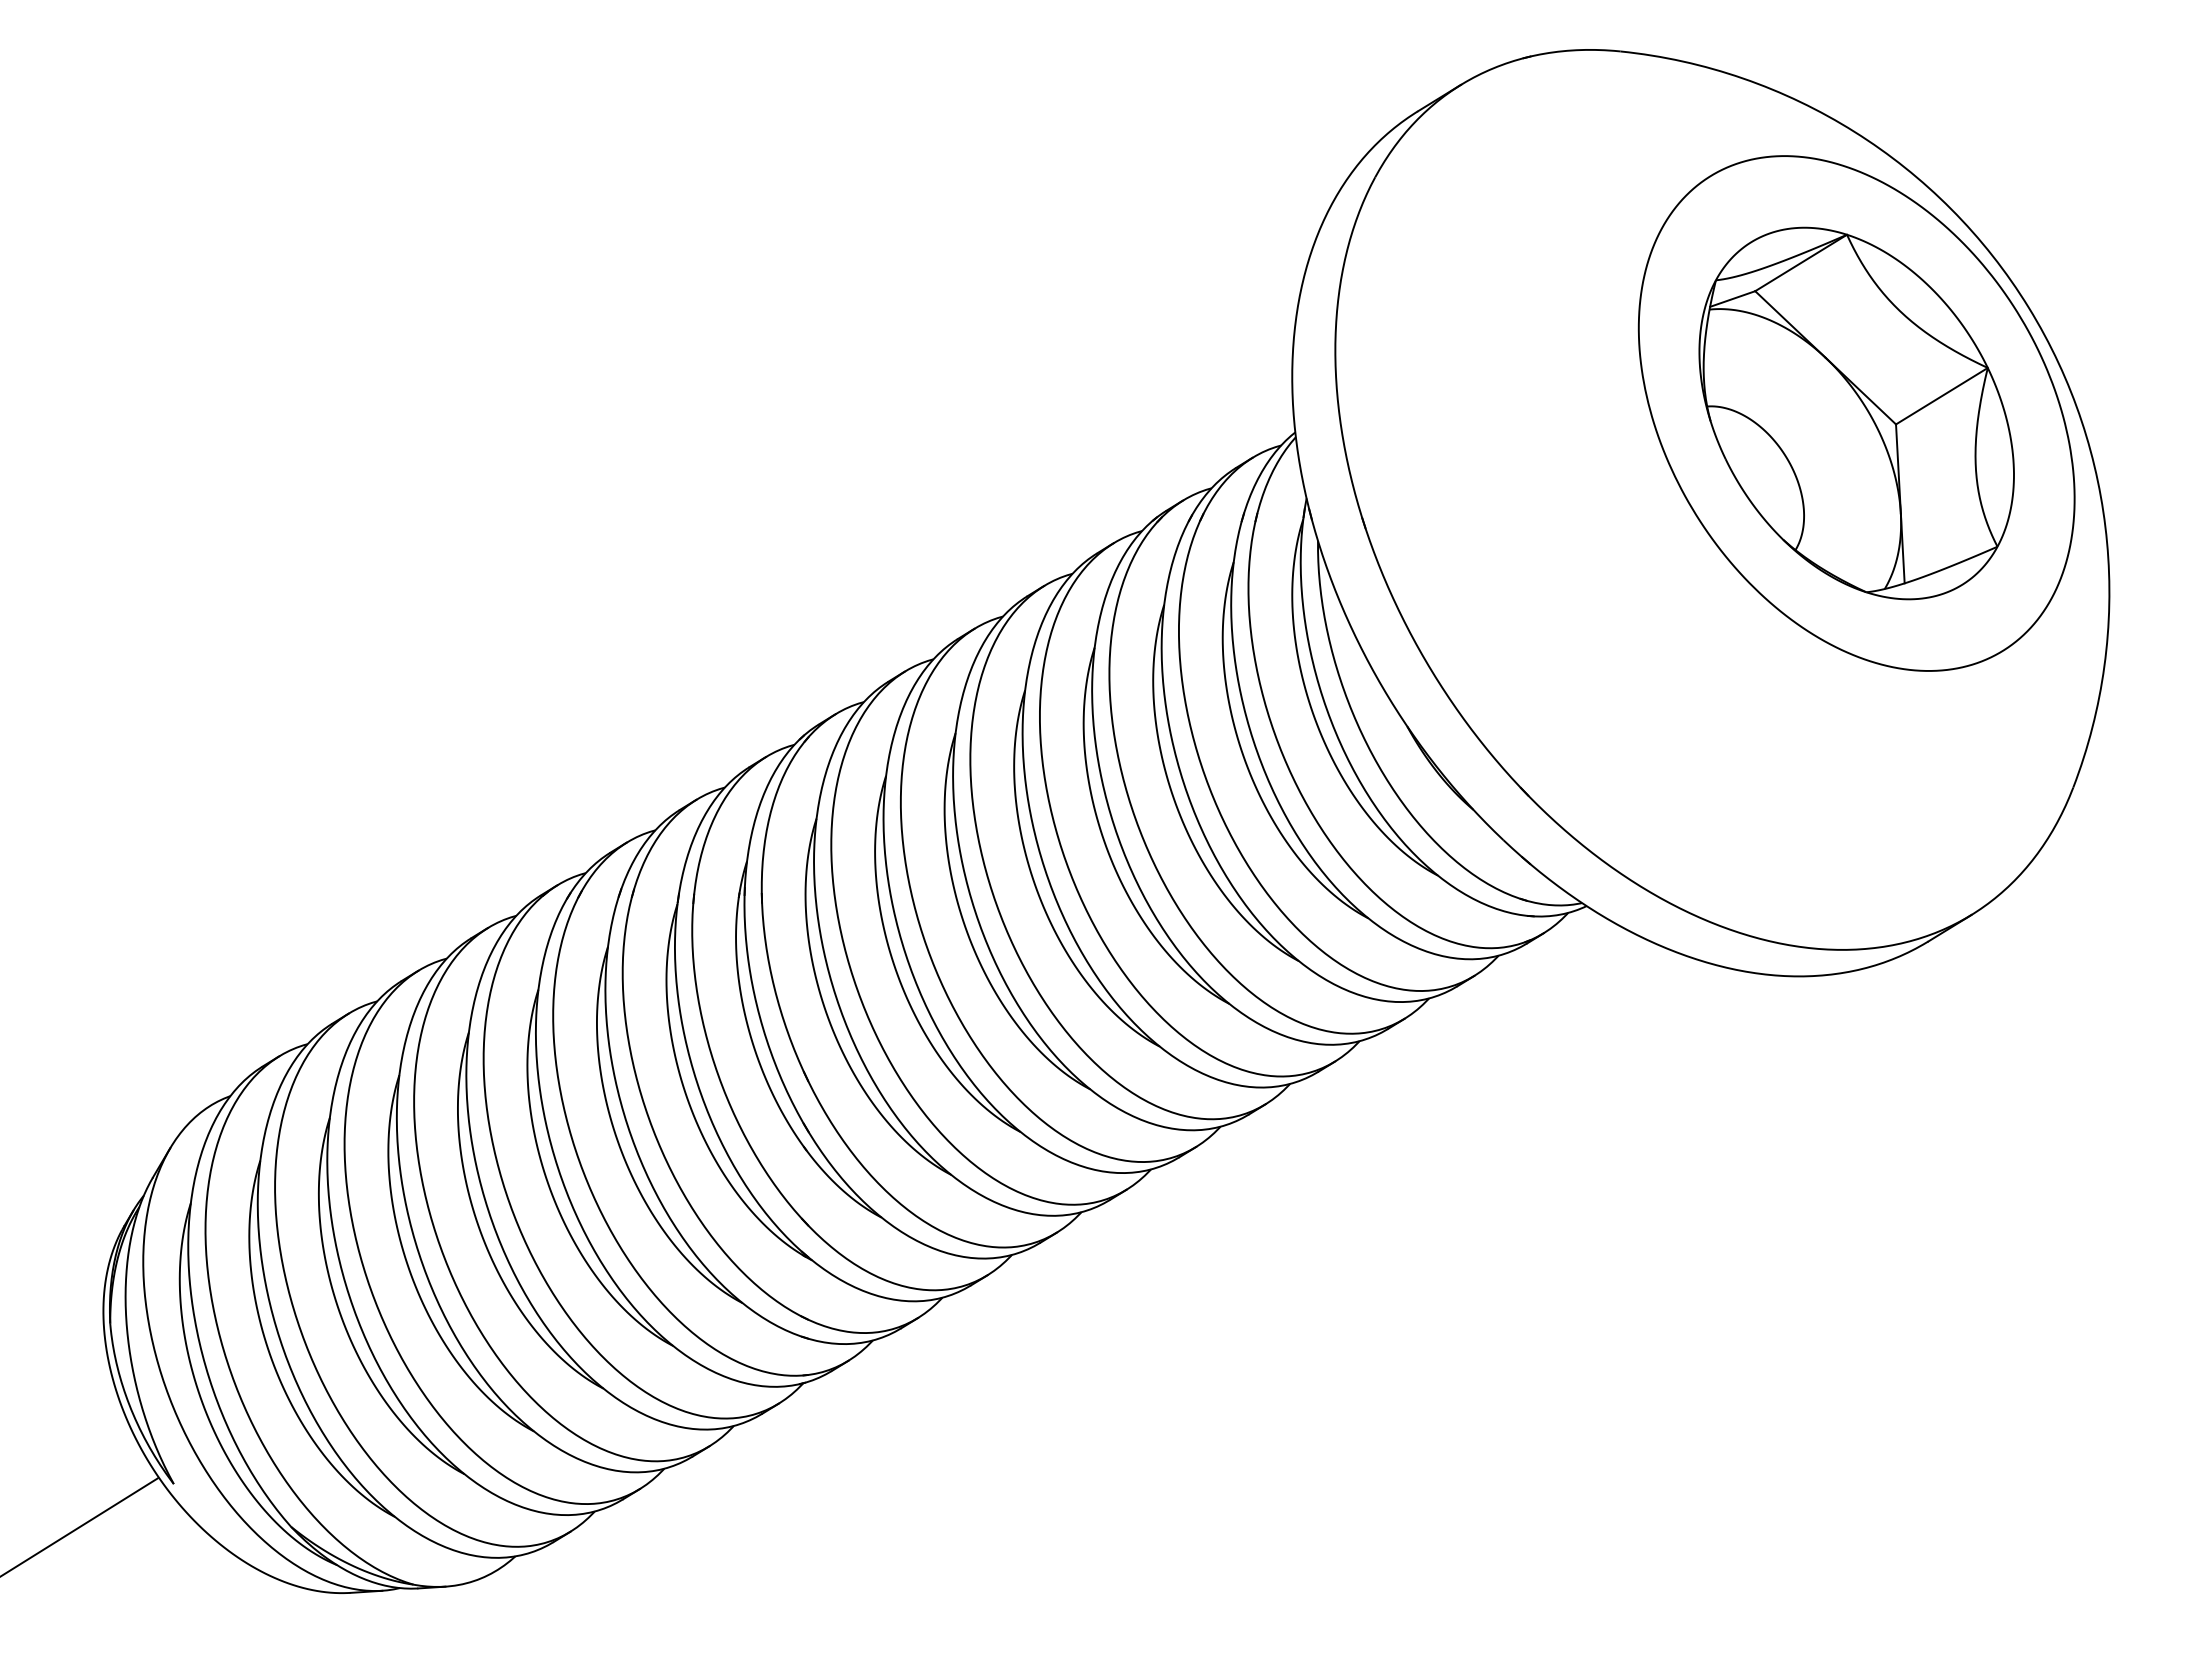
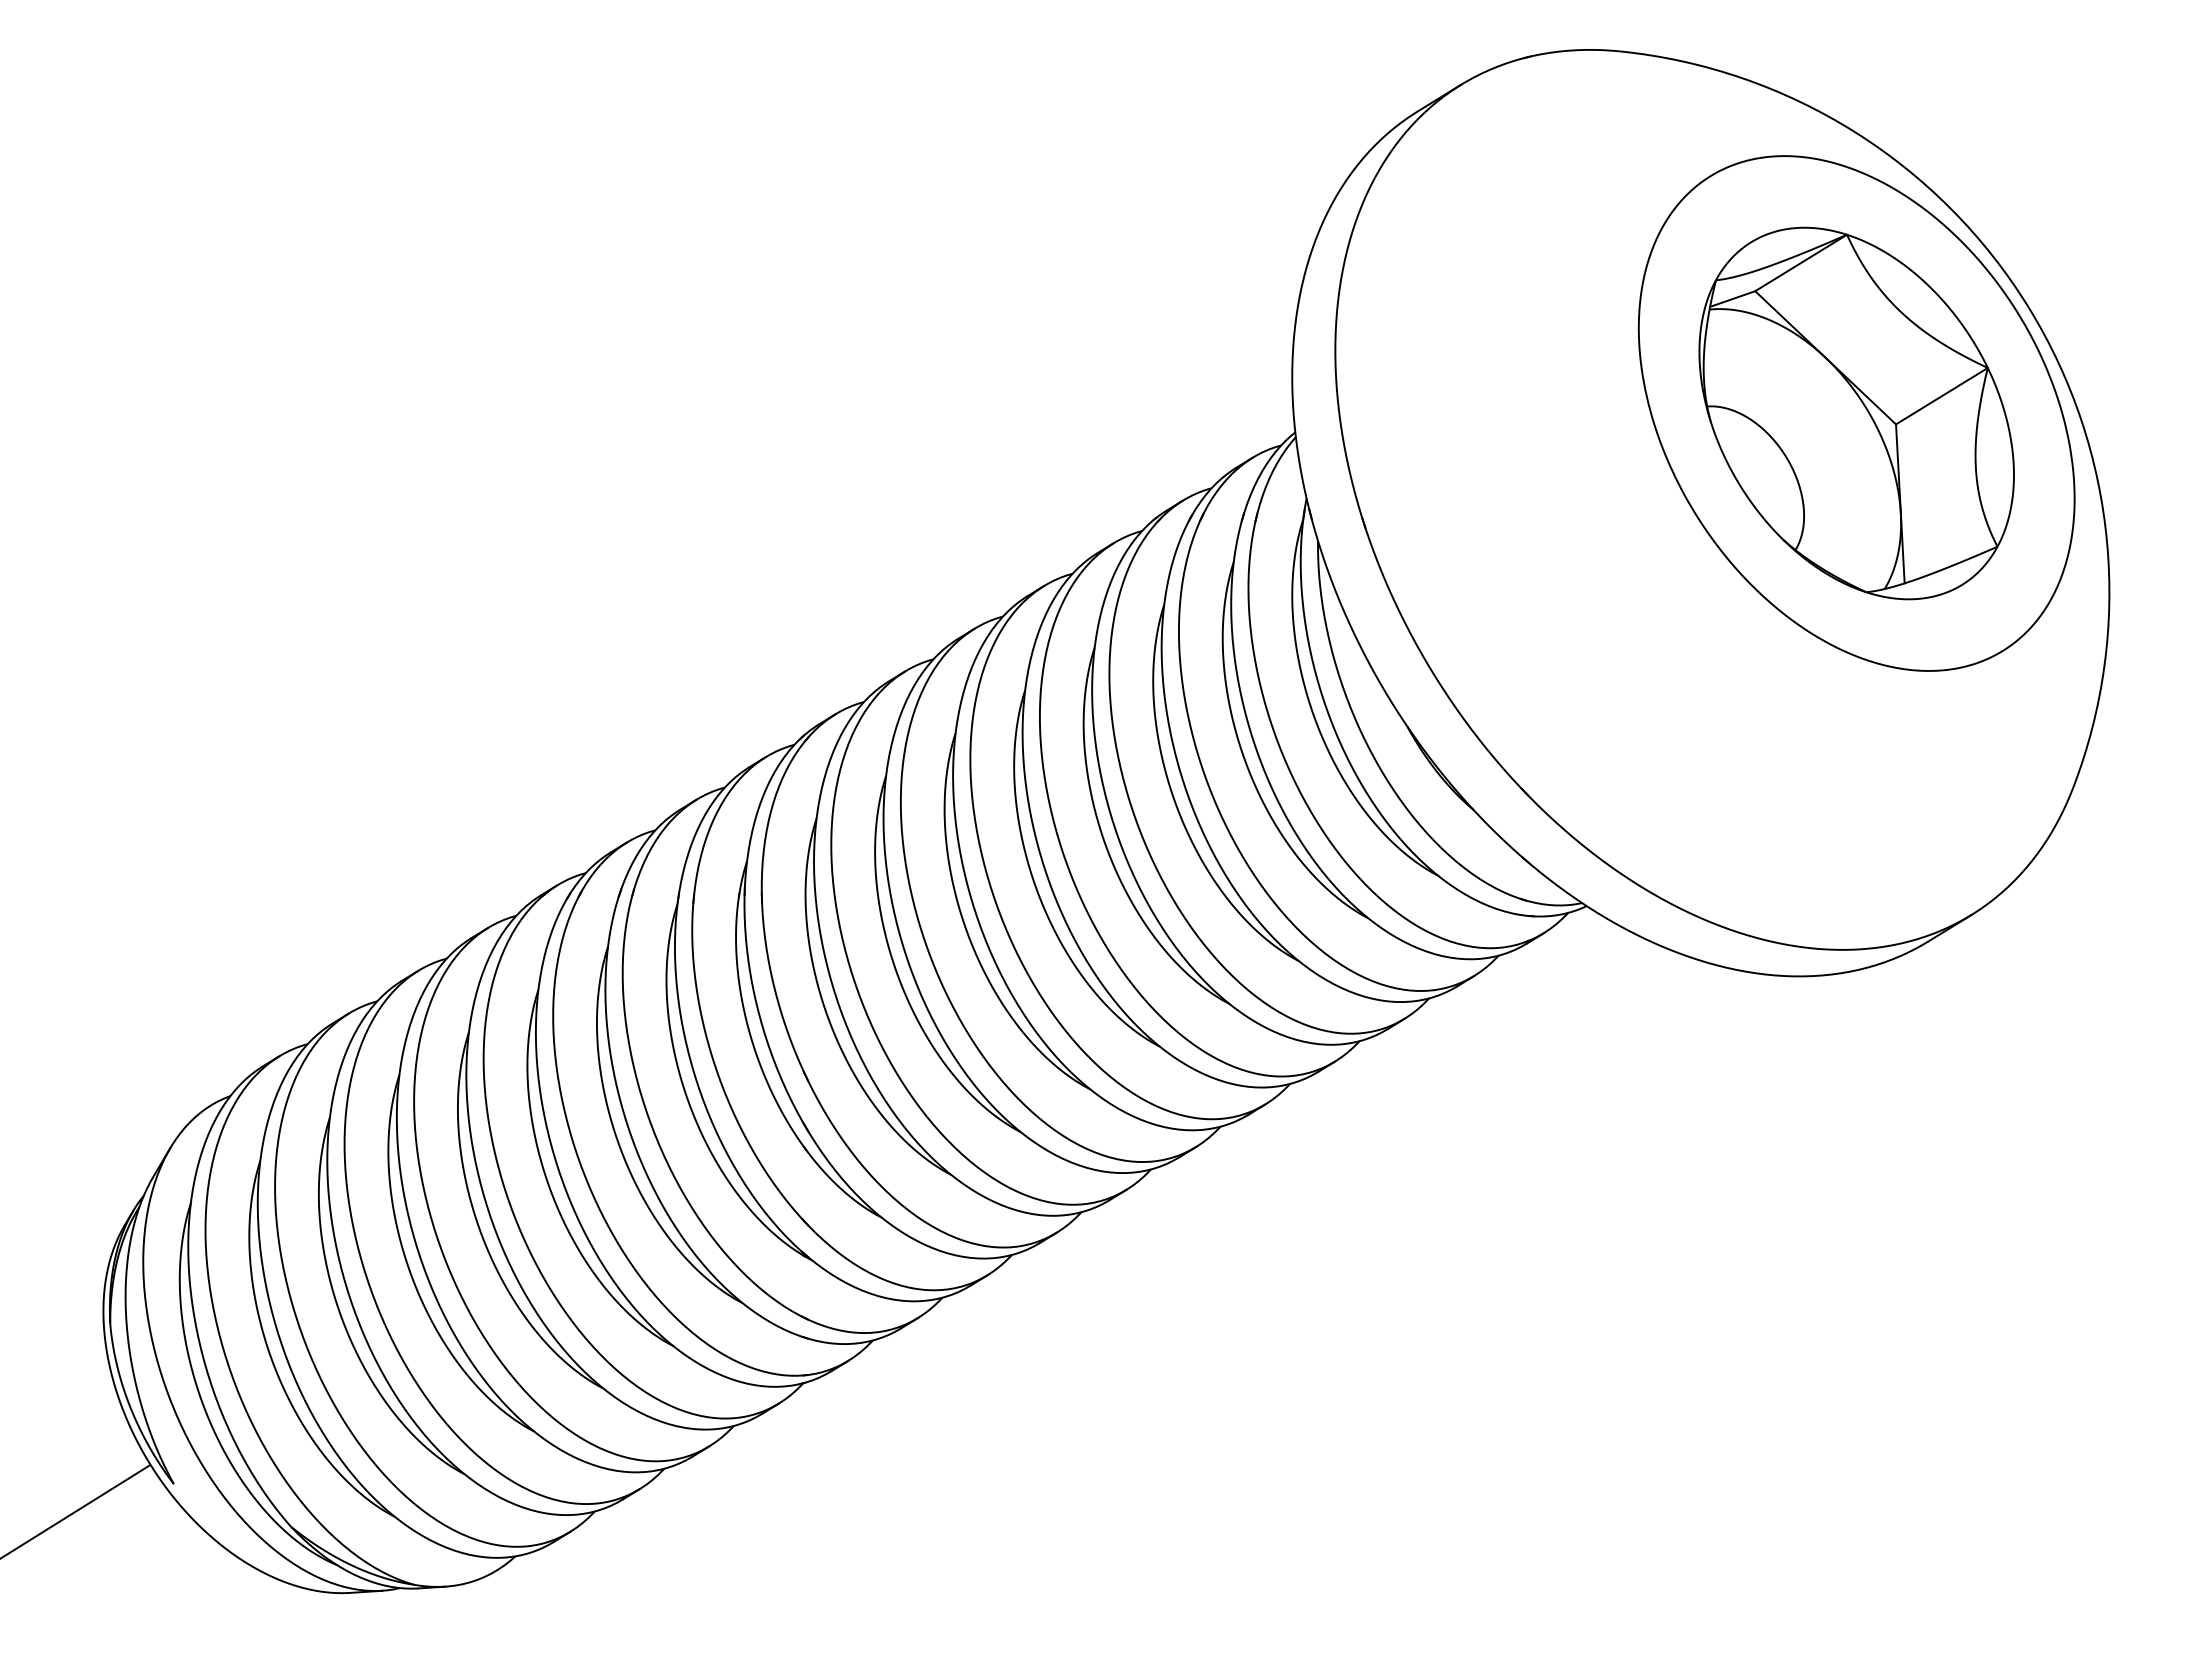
line at (80, 1526) position: (80, 1526) -> (76, 1510)
